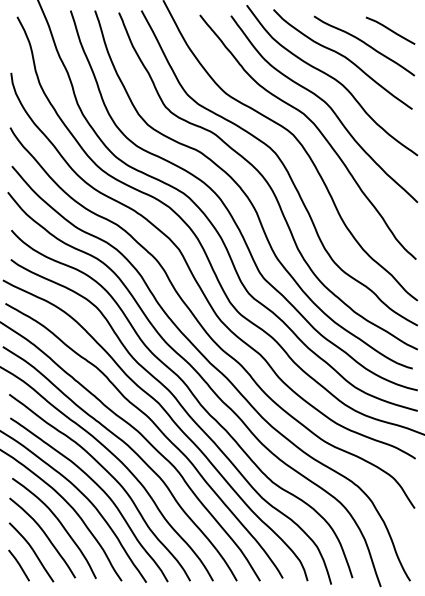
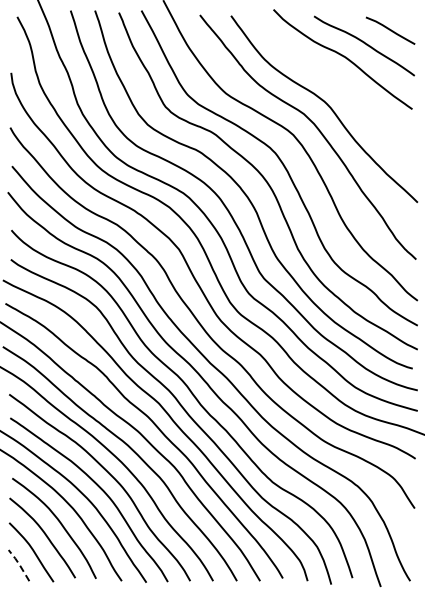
curve at (333, 79): present -> none
line at (19, 564): solid -> dashed
